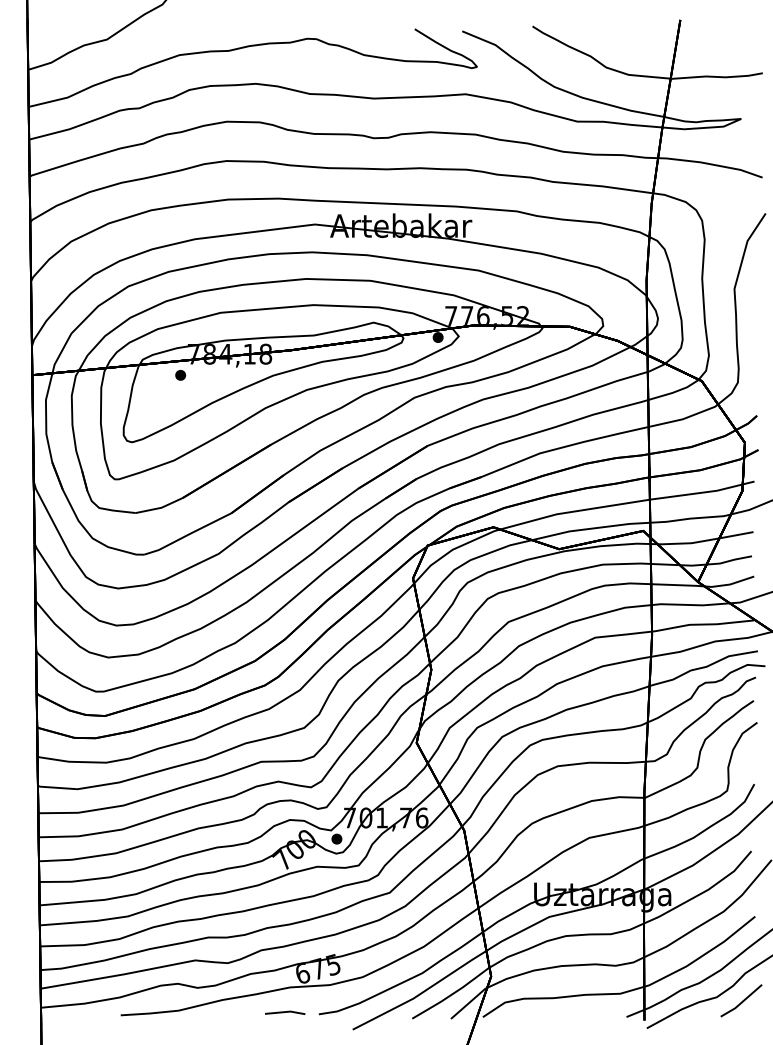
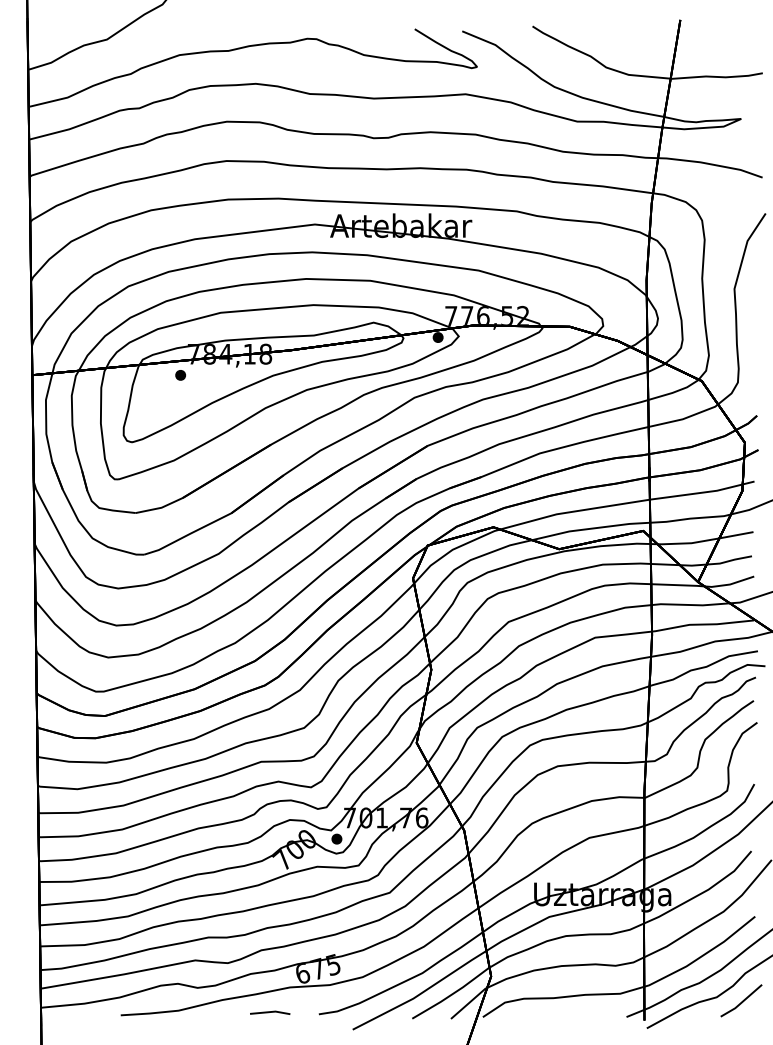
line at (285, 1012) position: (285, 1012) -> (270, 1012)
